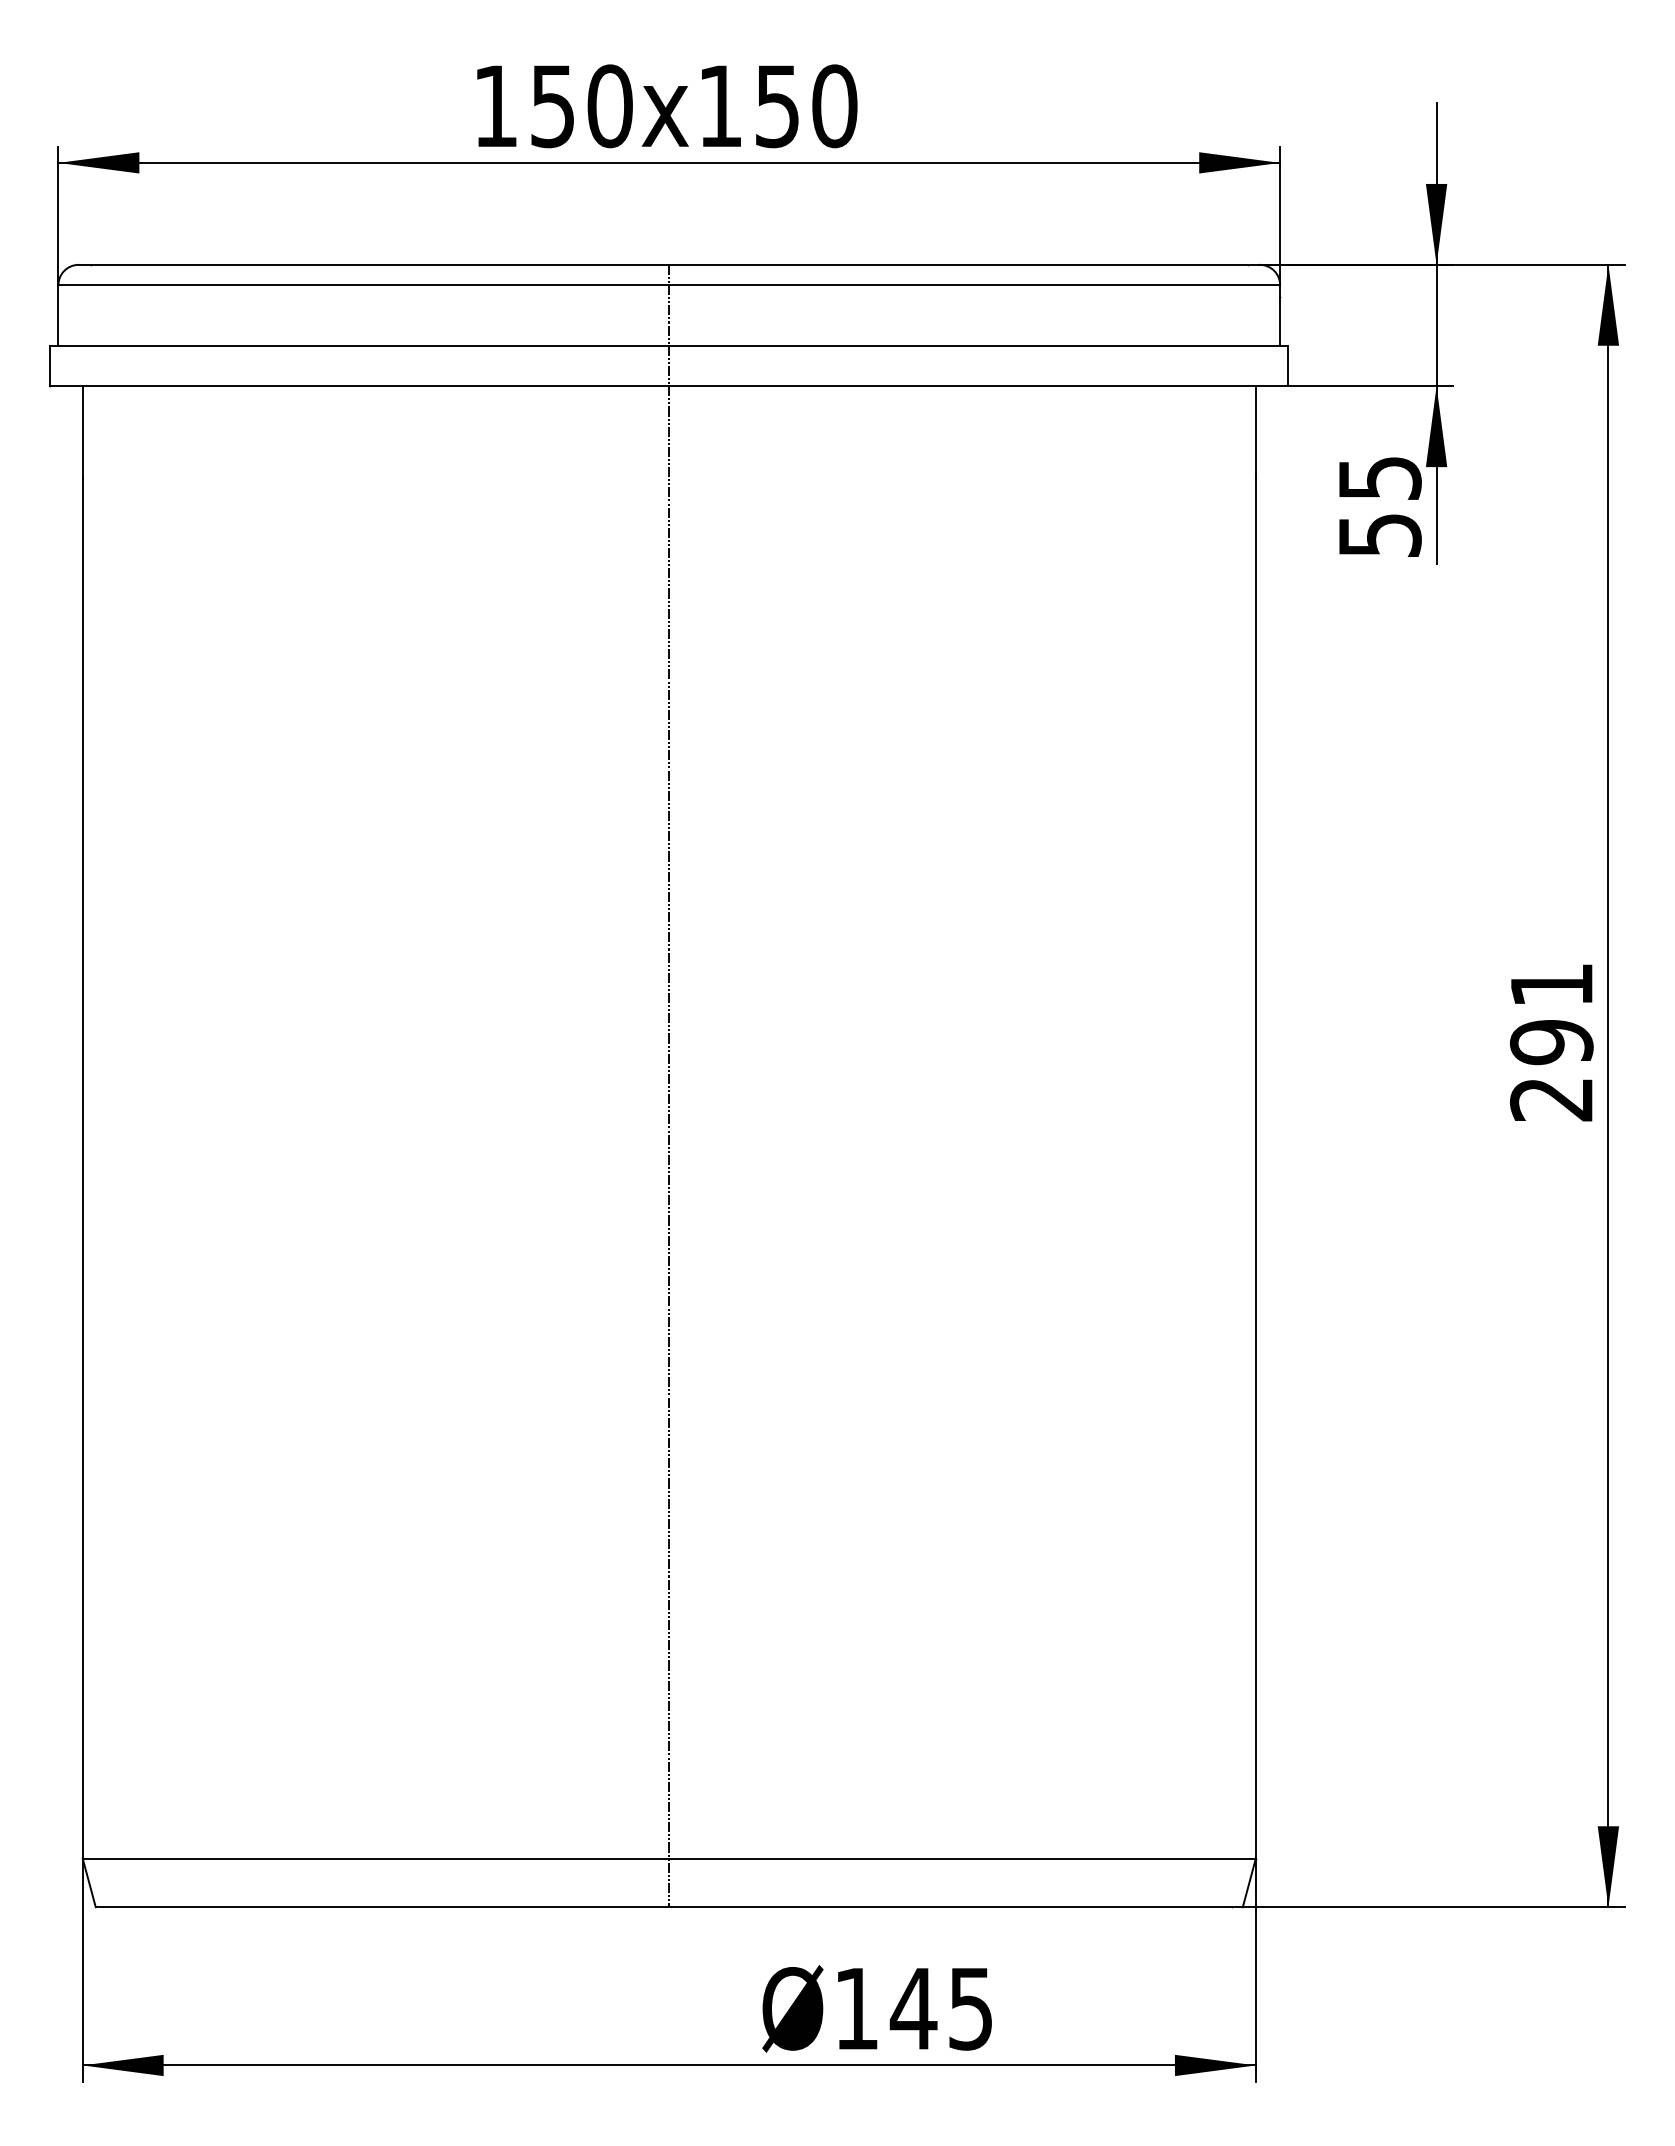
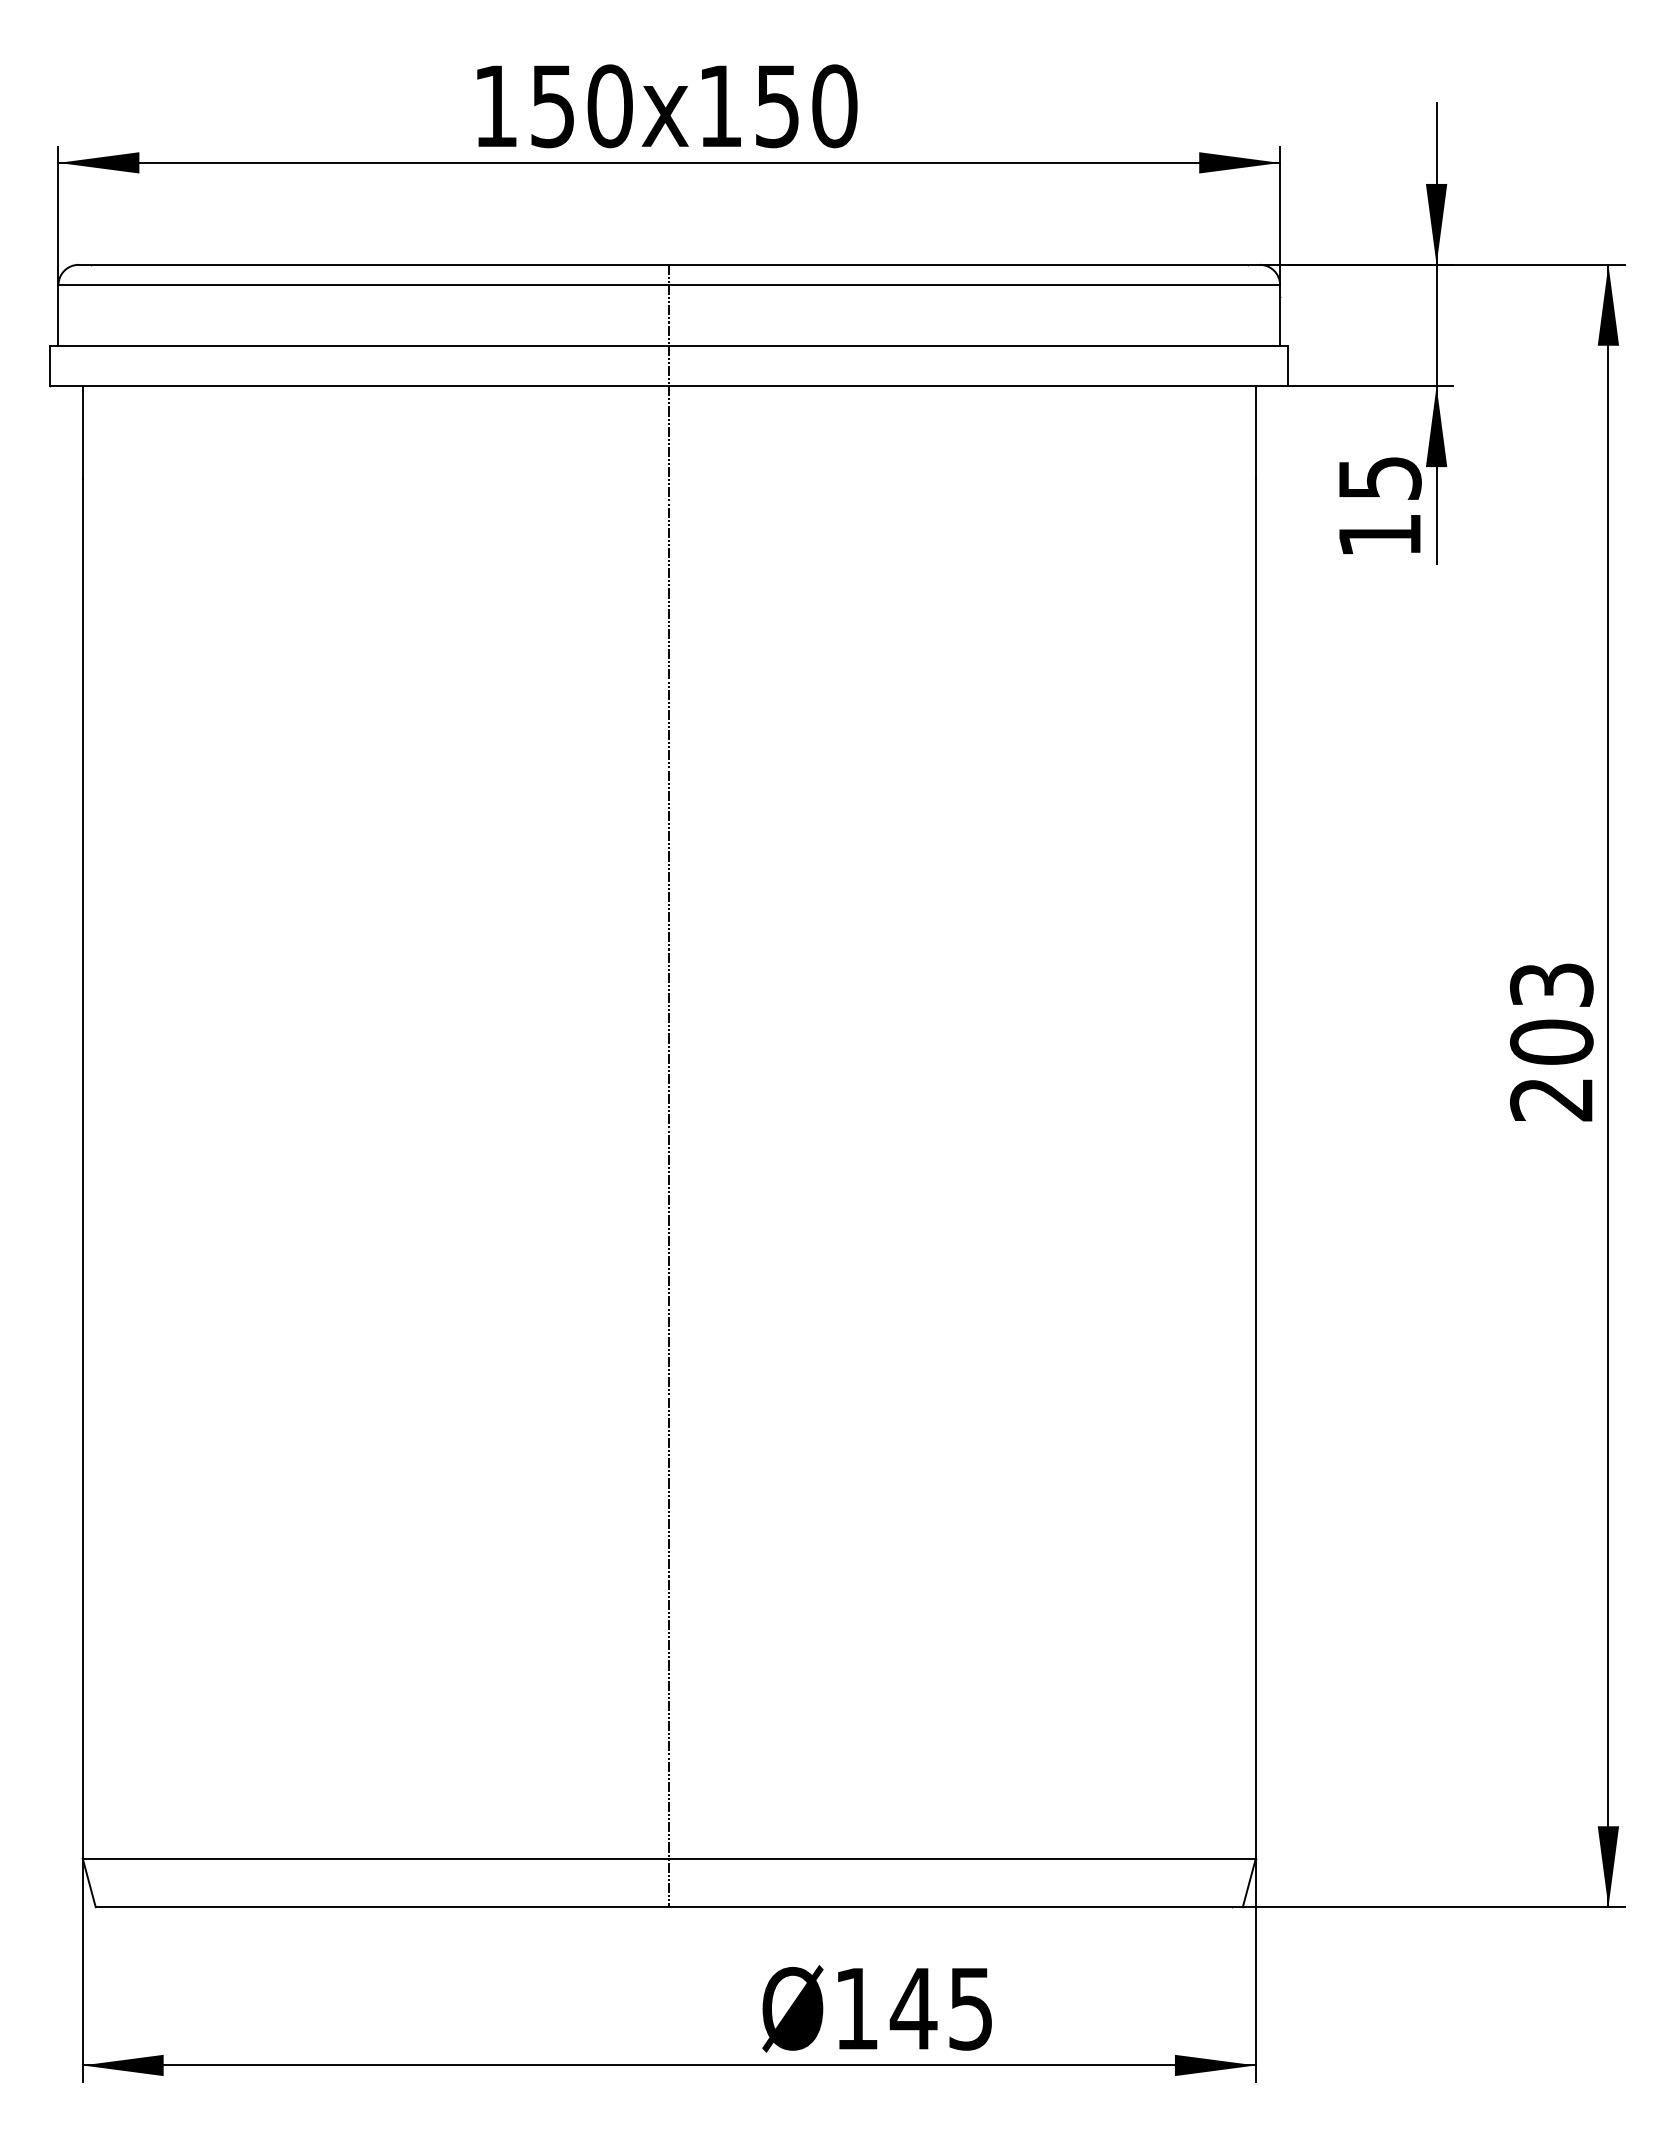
text at (1380, 535): 55 -> 15
text at (1551, 1014): 291 -> 203
